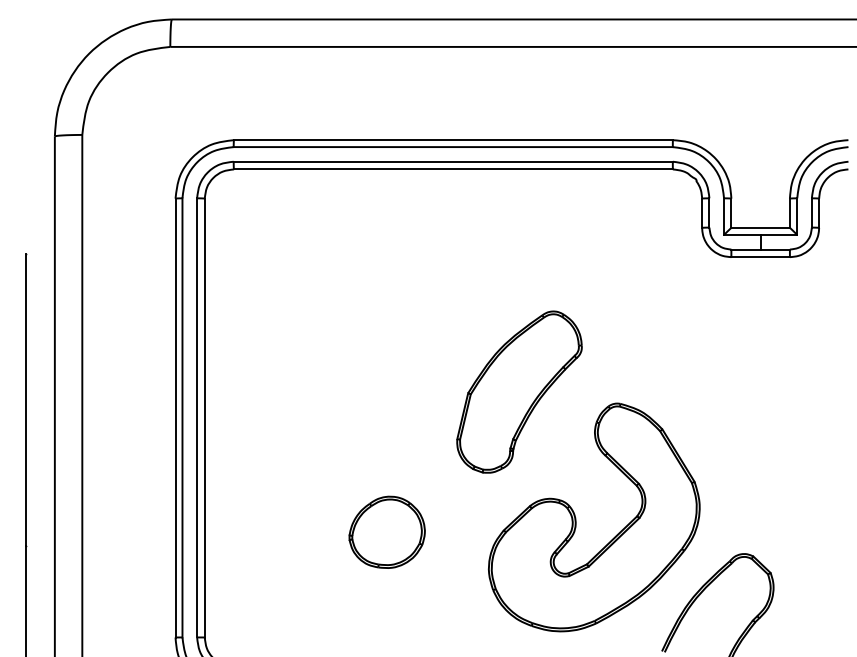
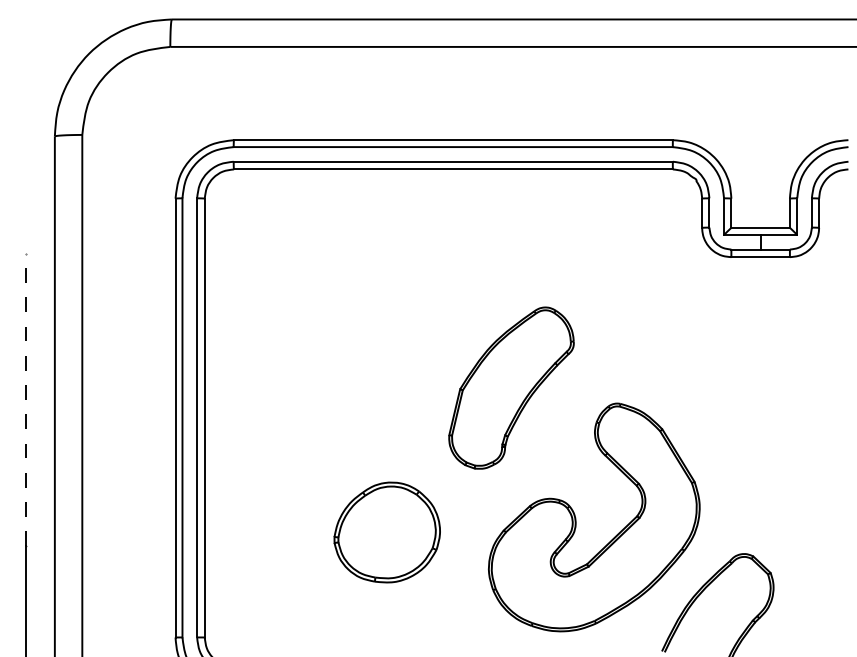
part at (519, 391) position: (519, 391) -> (511, 387)
line at (25, 399): solid -> dashed
part at (386, 531) size: 78x74 px -> 108x103 px
